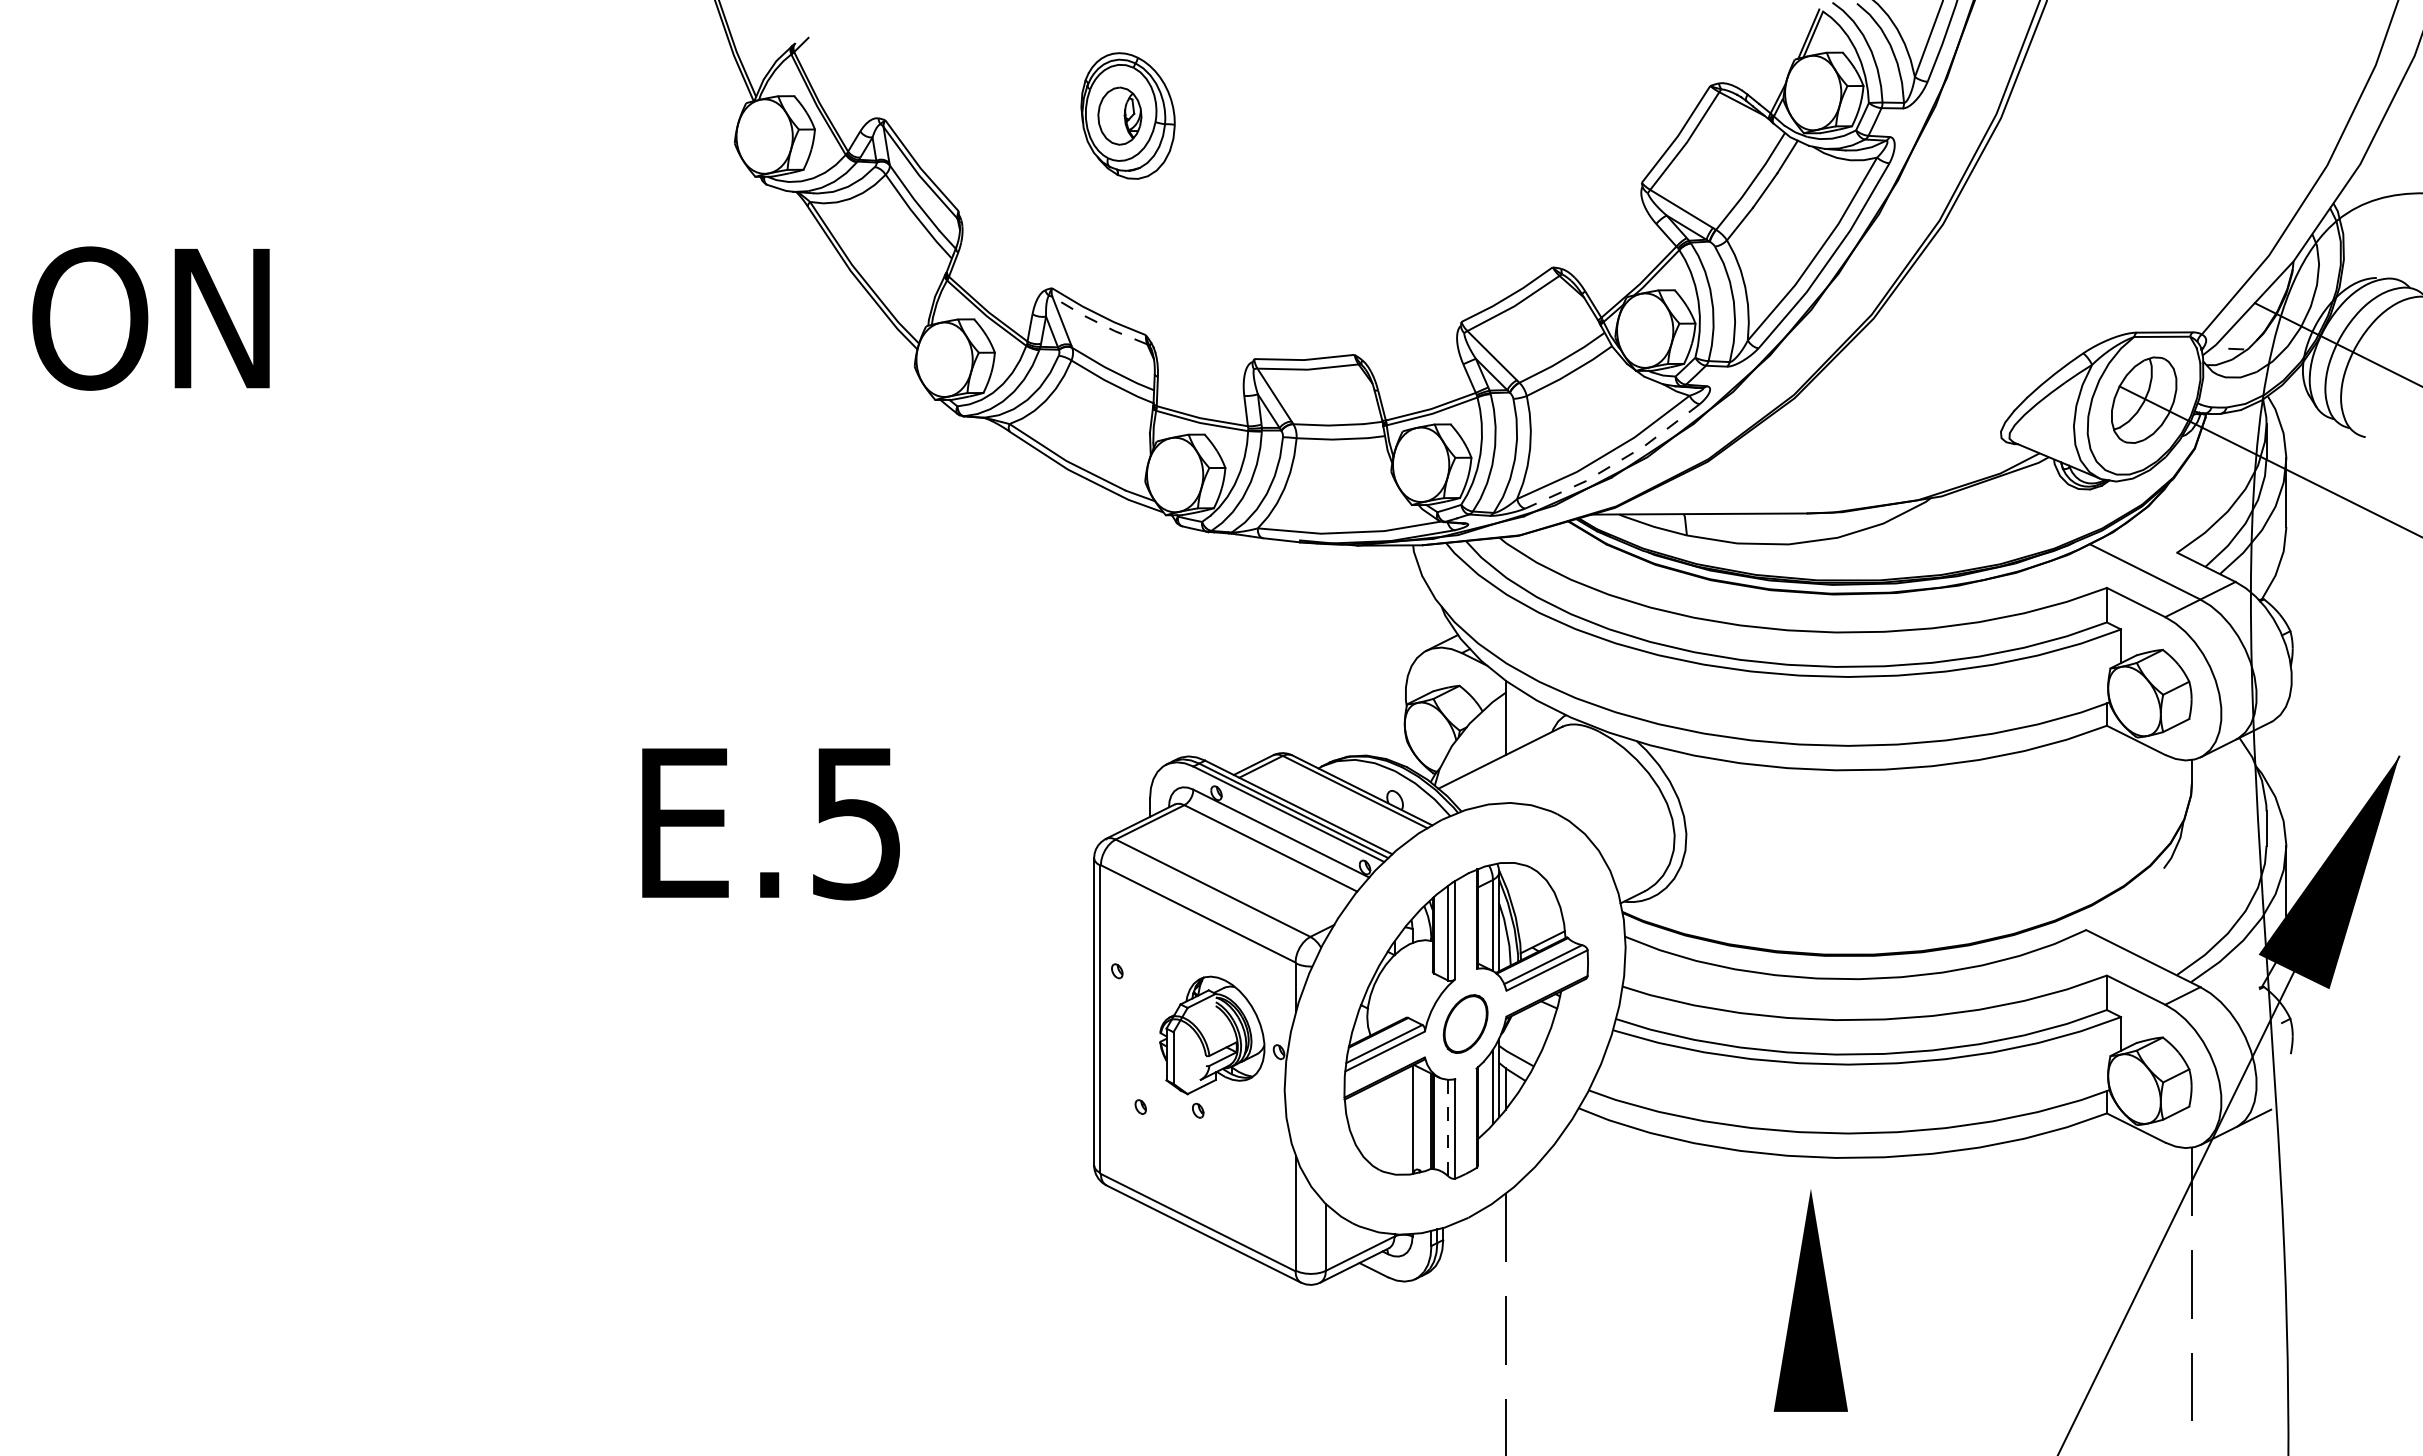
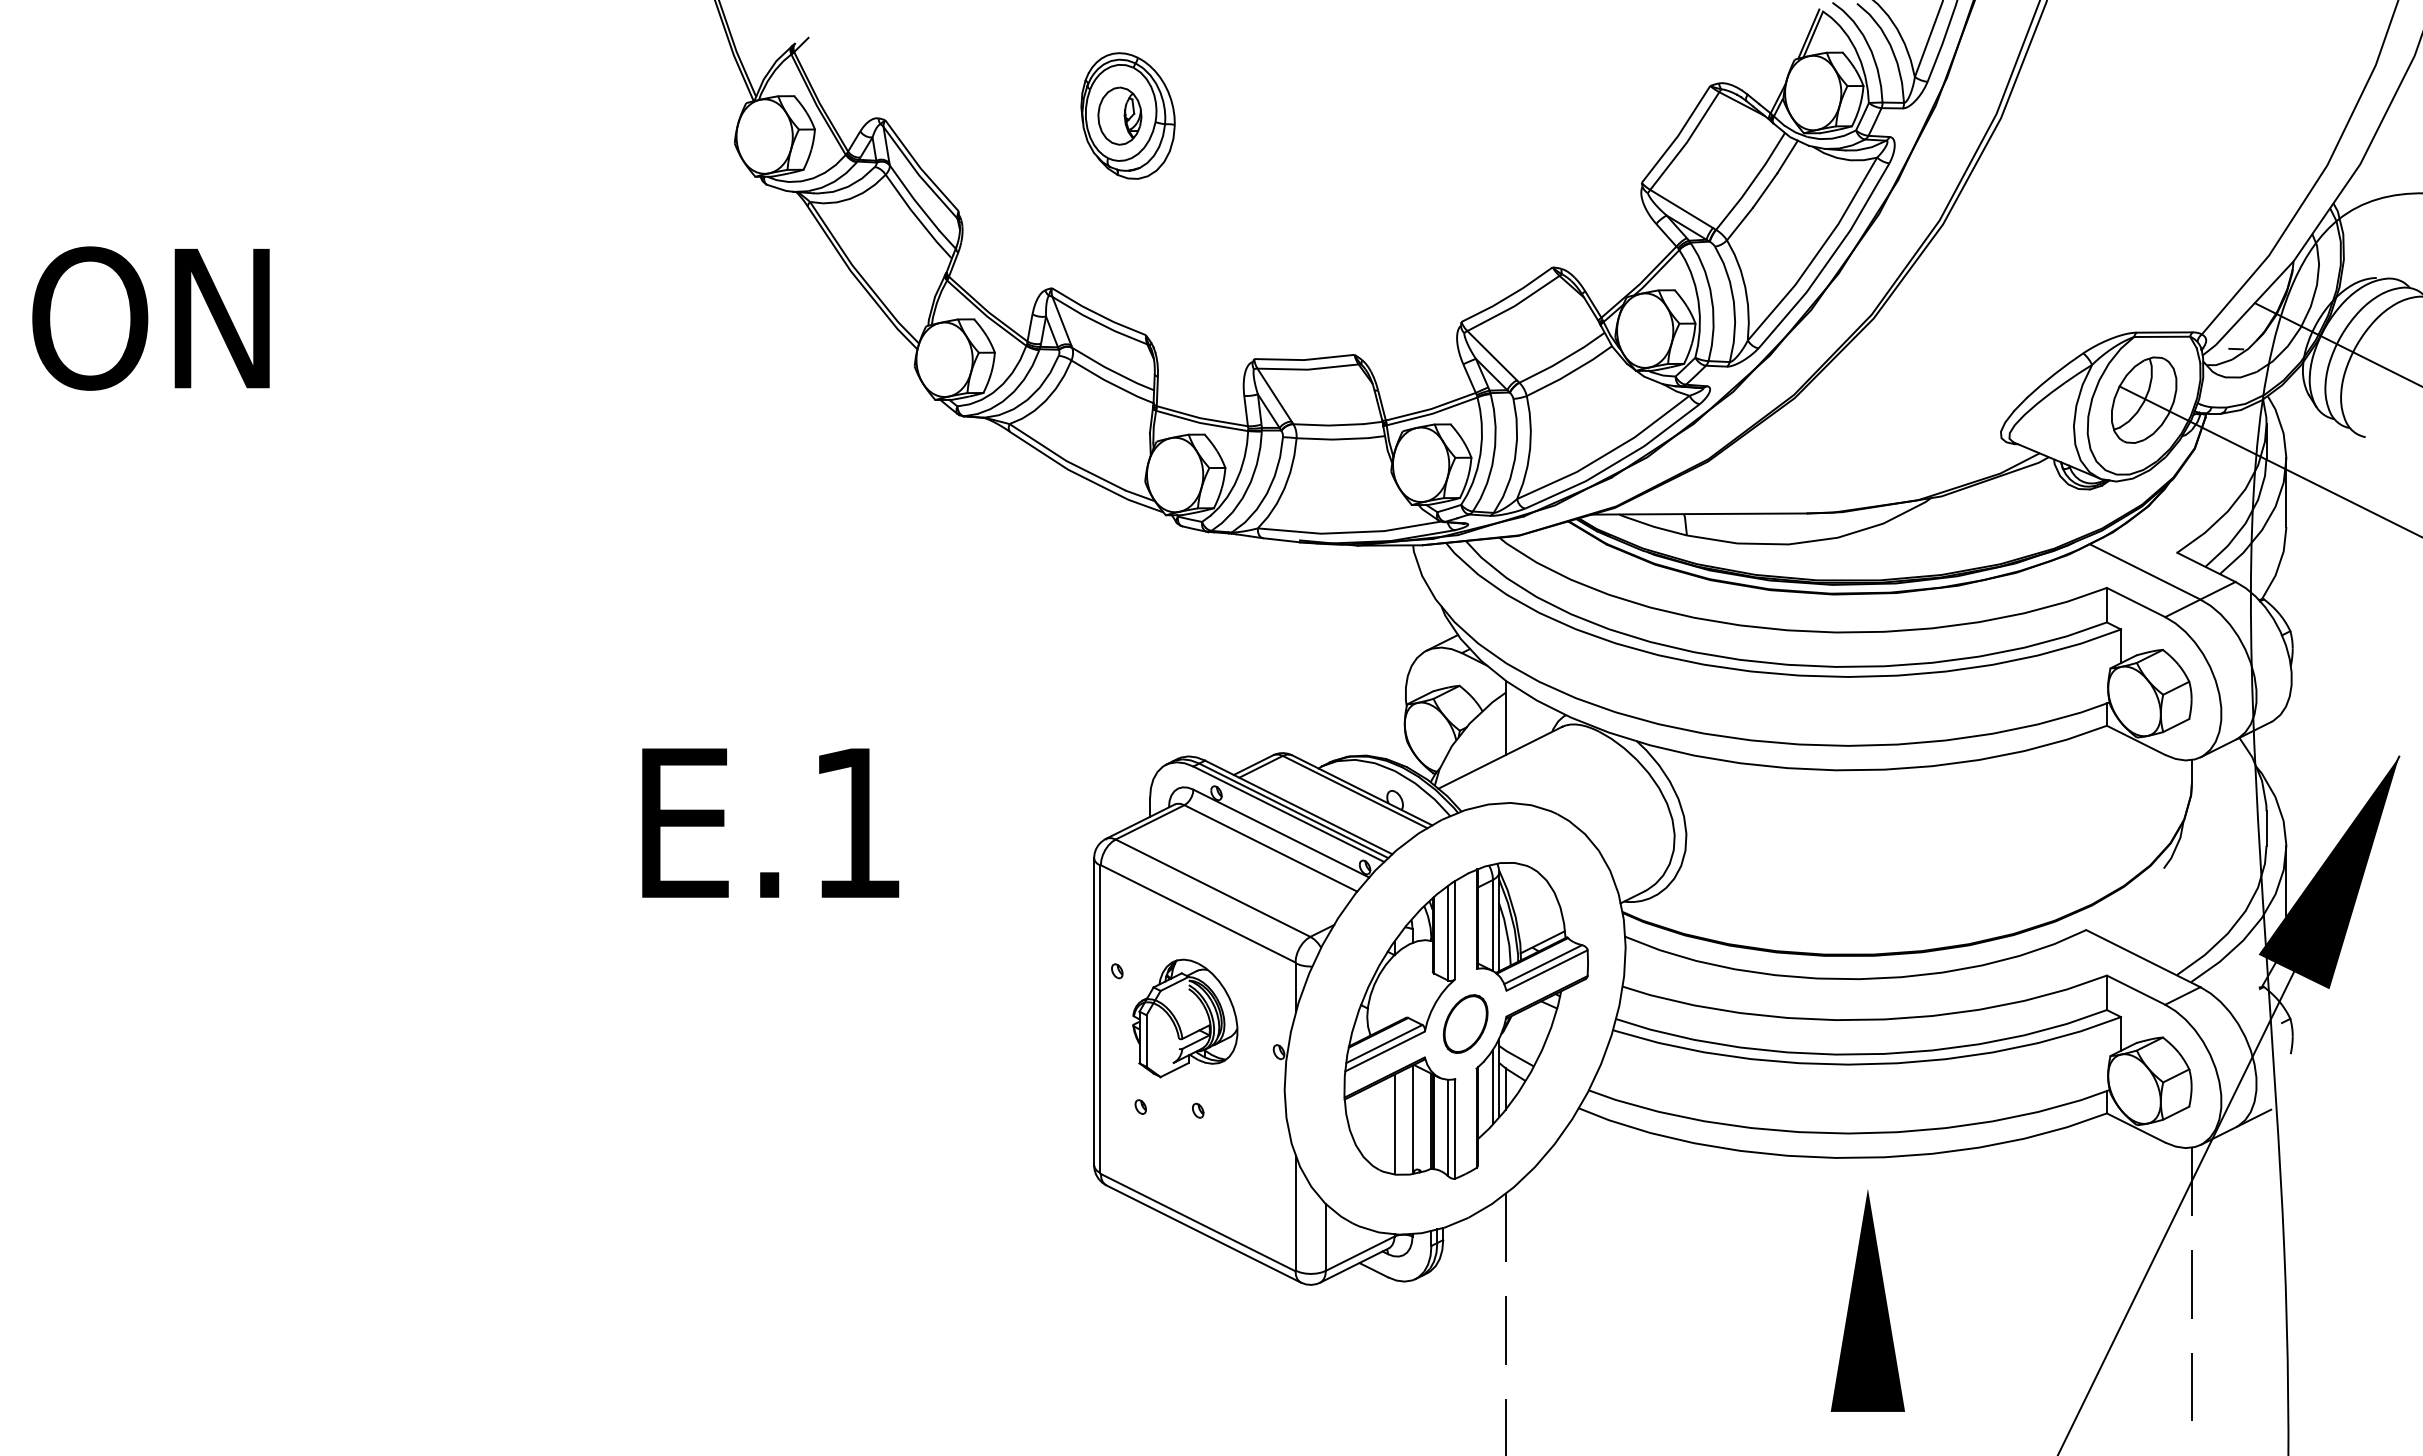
line at (1098, 322): dashed -> solid
line at (1615, 463): dashed -> solid
text at (856, 824): E.5 -> E.1
part at (1212, 1035) position: (1212, 1035) -> (1185, 1018)
line at (1394, 1124): none -> present
line at (1448, 1128): dashed -> solid
part at (1810, 1300) position: (1810, 1300) -> (1867, 1300)
